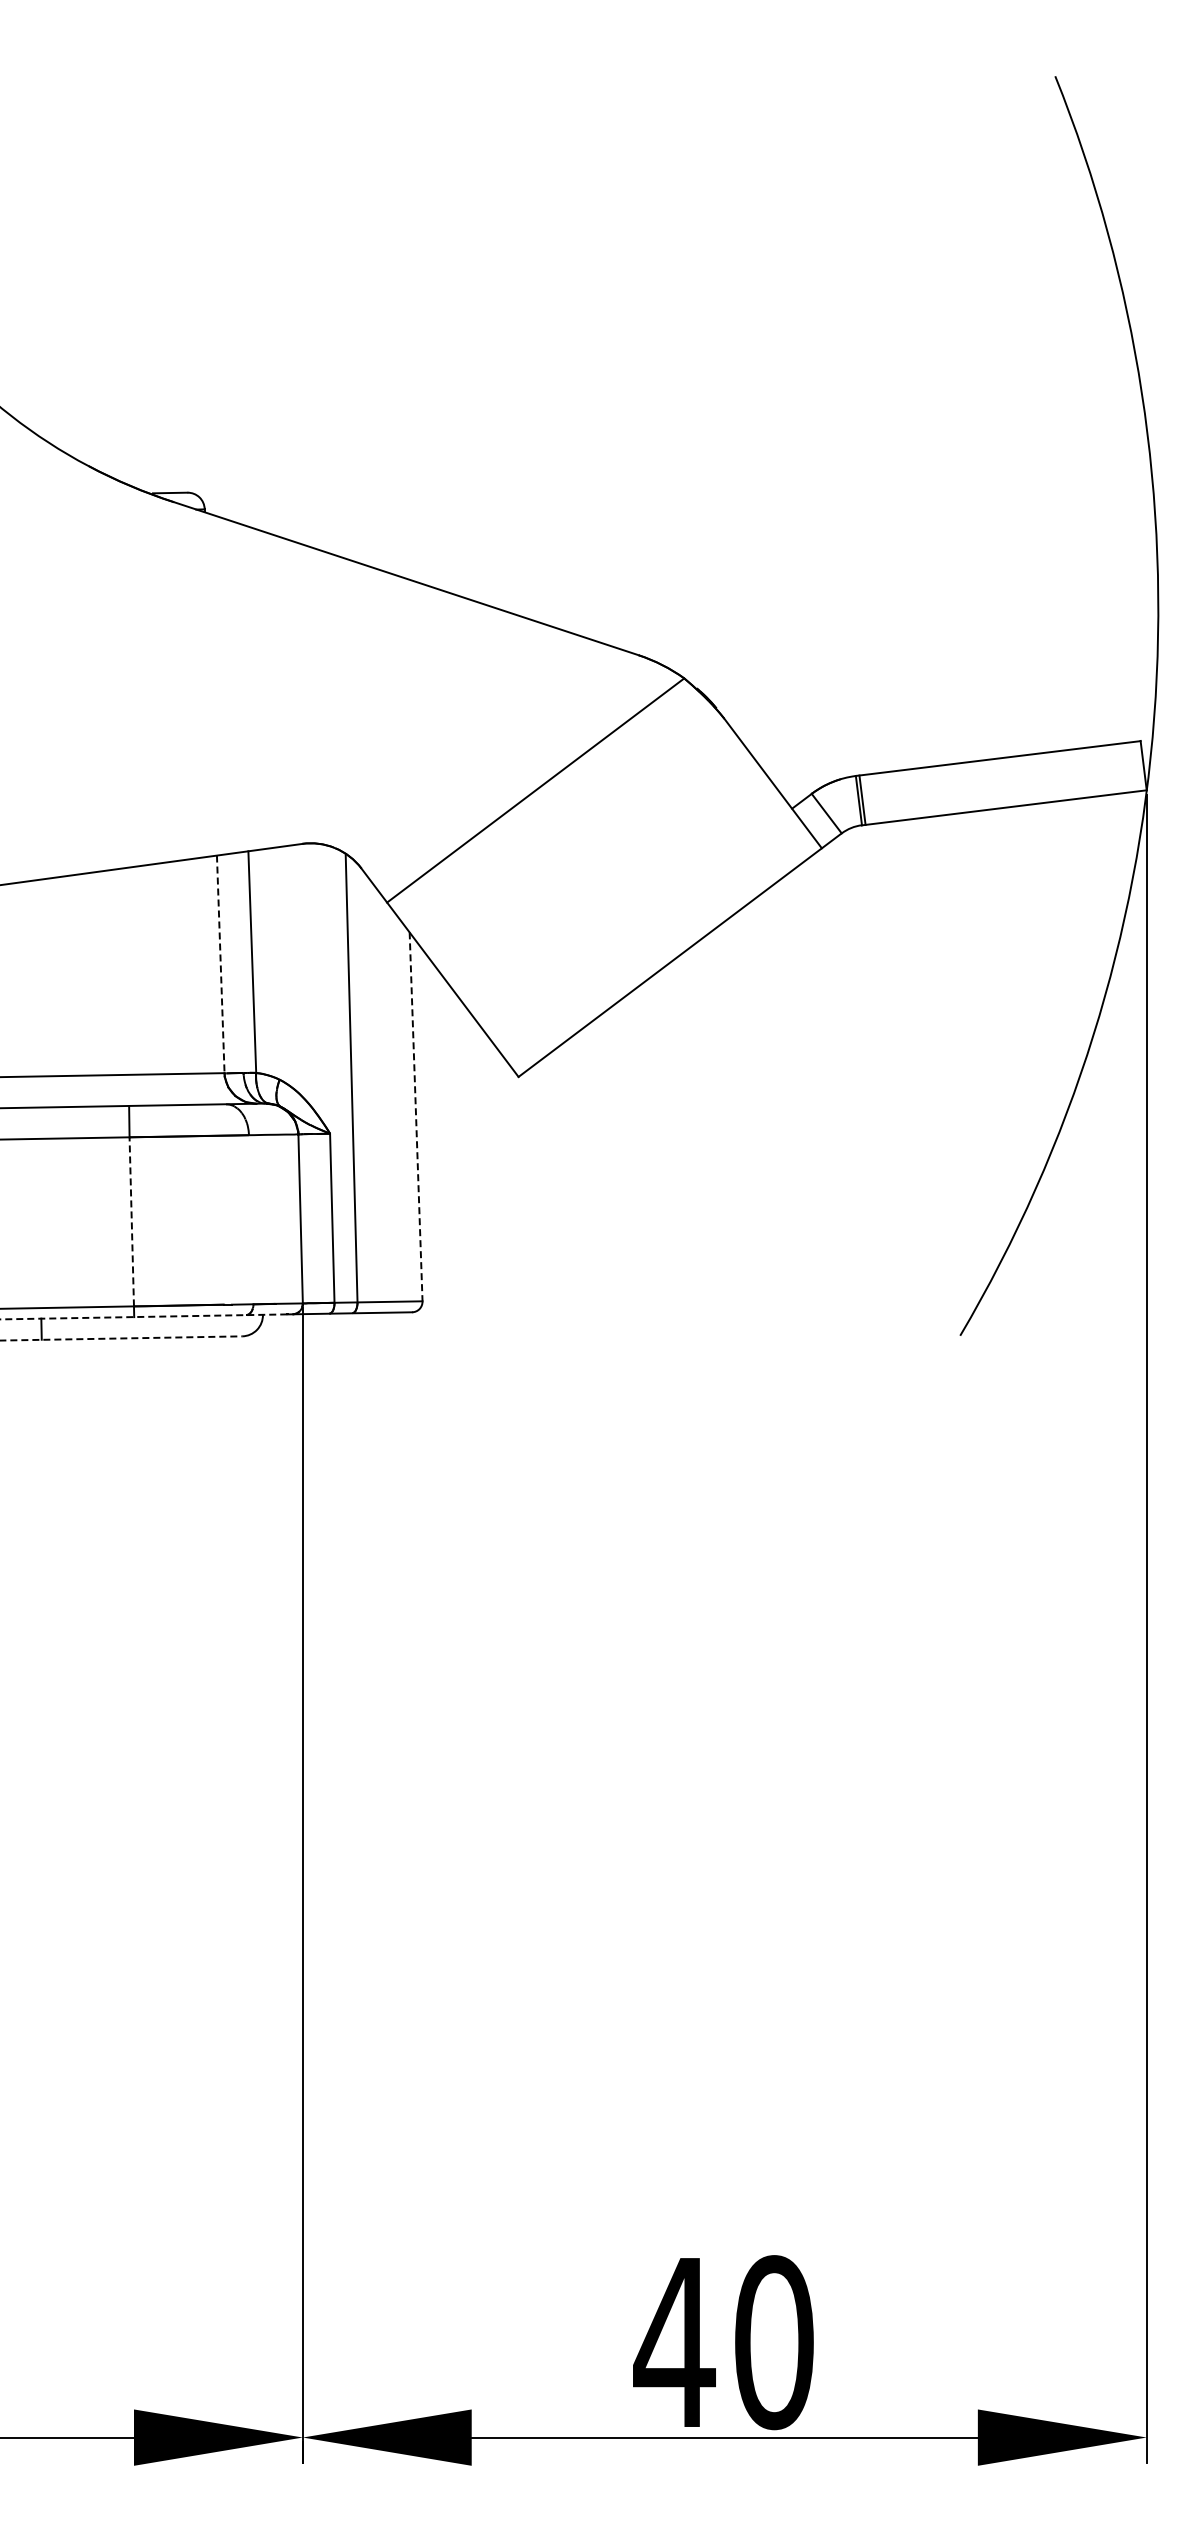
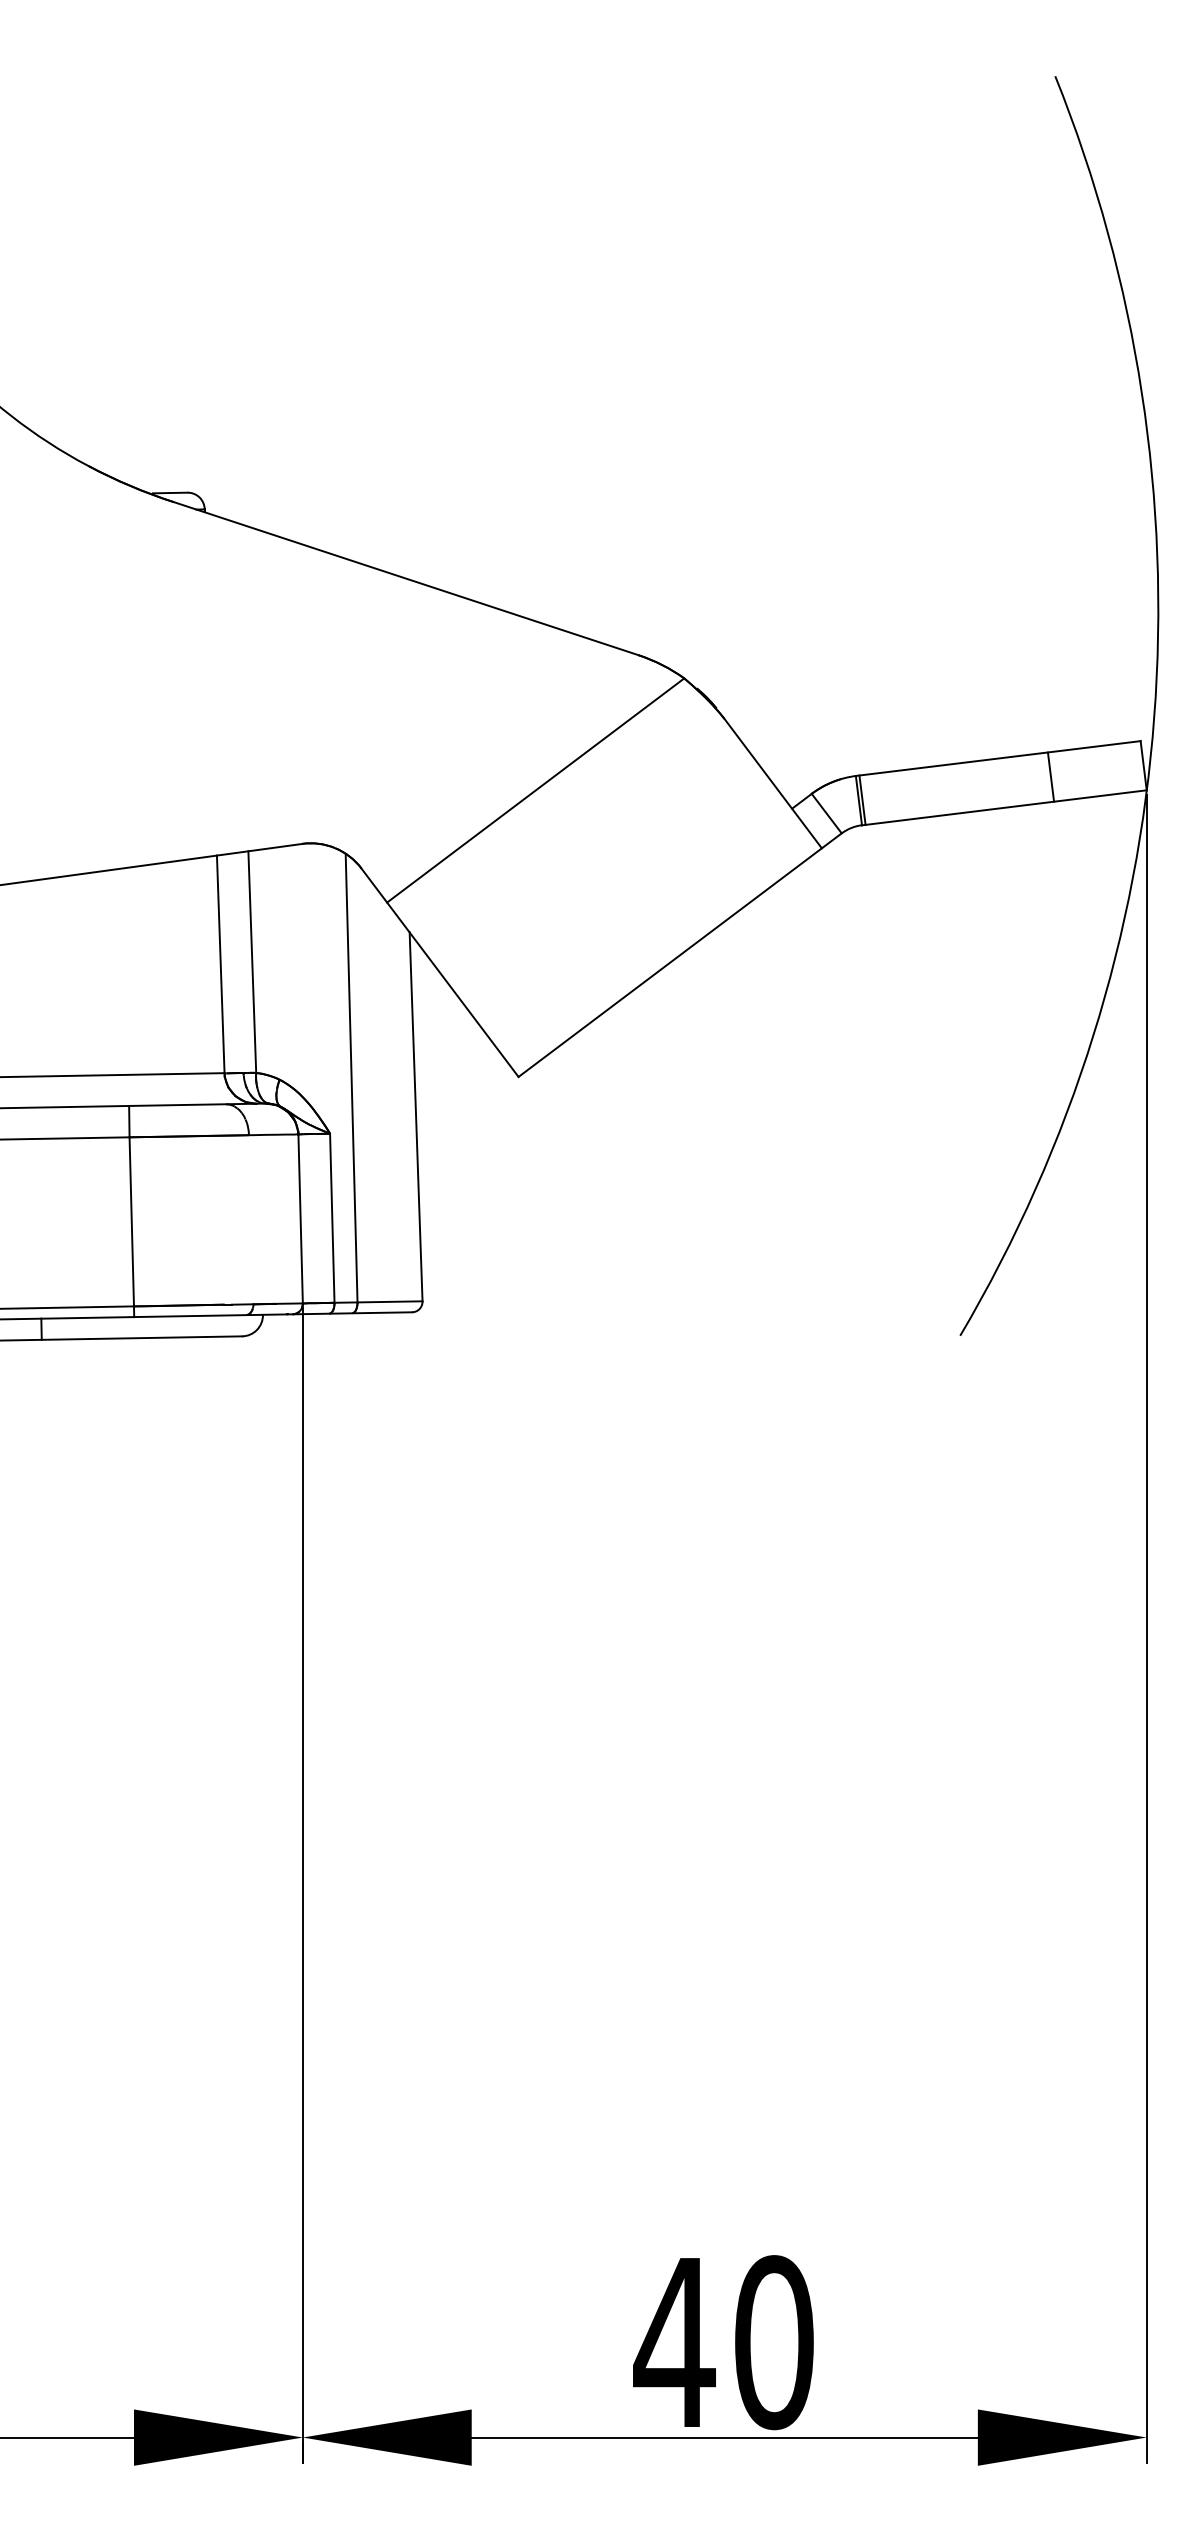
line at (1050, 776): none -> present
line at (220, 964): dashed -> solid
line at (416, 1116): dashed -> solid
line at (131, 1221): dashed -> solid
line at (143, 1316): dashed -> solid
line at (121, 1338): dashed -> solid
